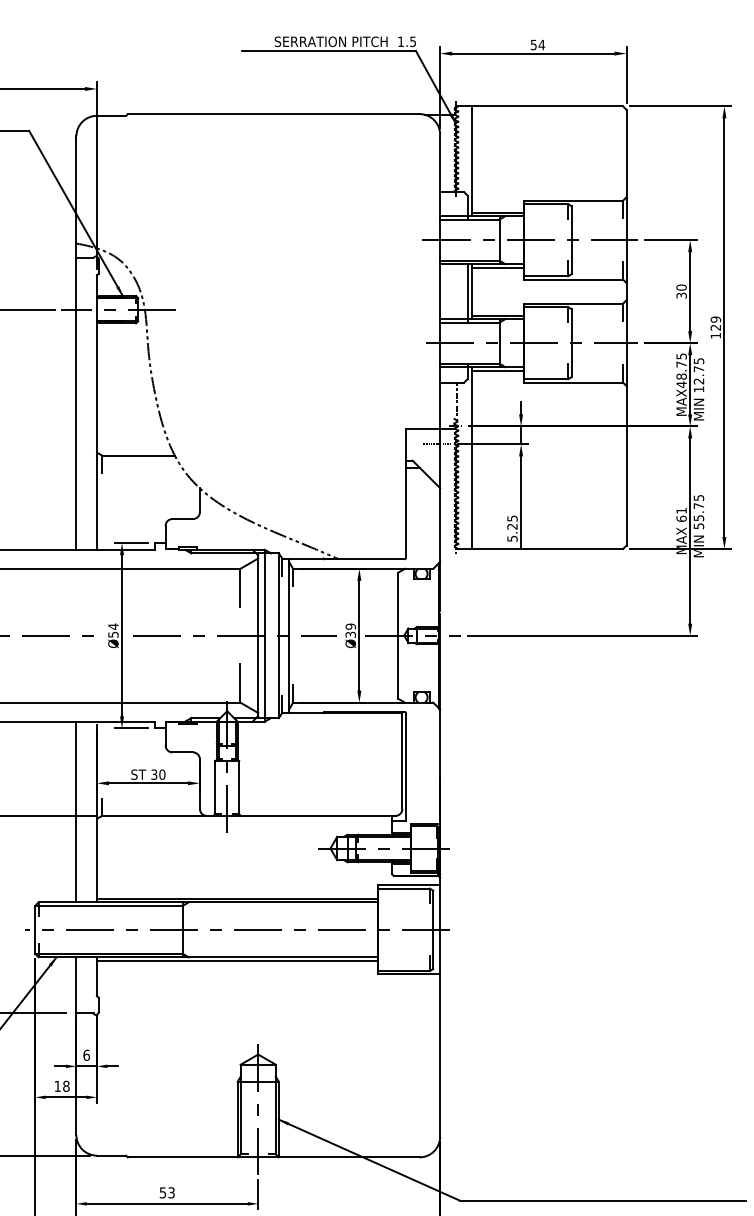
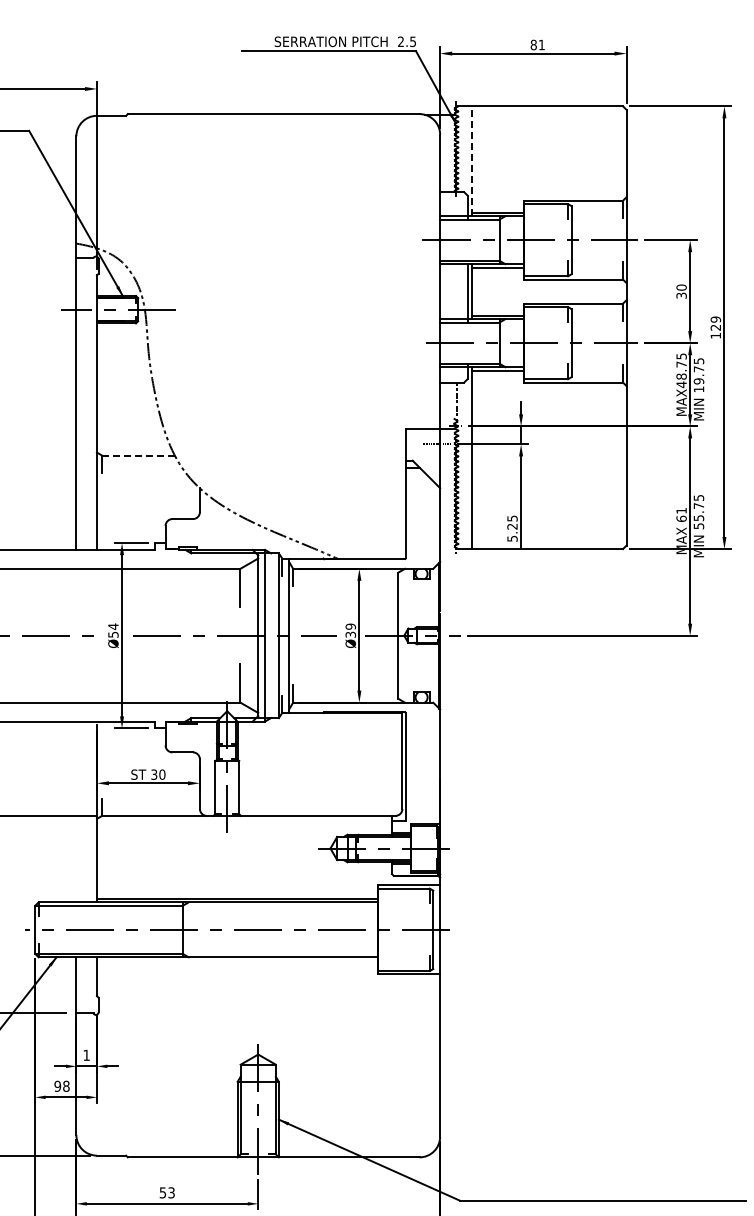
text at (400, 41): 1.5 -> 2.5
text at (537, 44): 54 -> 81
line at (472, 161): solid -> dashed
line at (28, 309): present -> none
text at (698, 381): 12.75 -> 19.75
line at (138, 455): solid -> dashed
line at (76, 811): present -> none
line at (237, 960): present -> none
text at (86, 1054): 6 -> 1
text at (57, 1085): 18 -> 98
